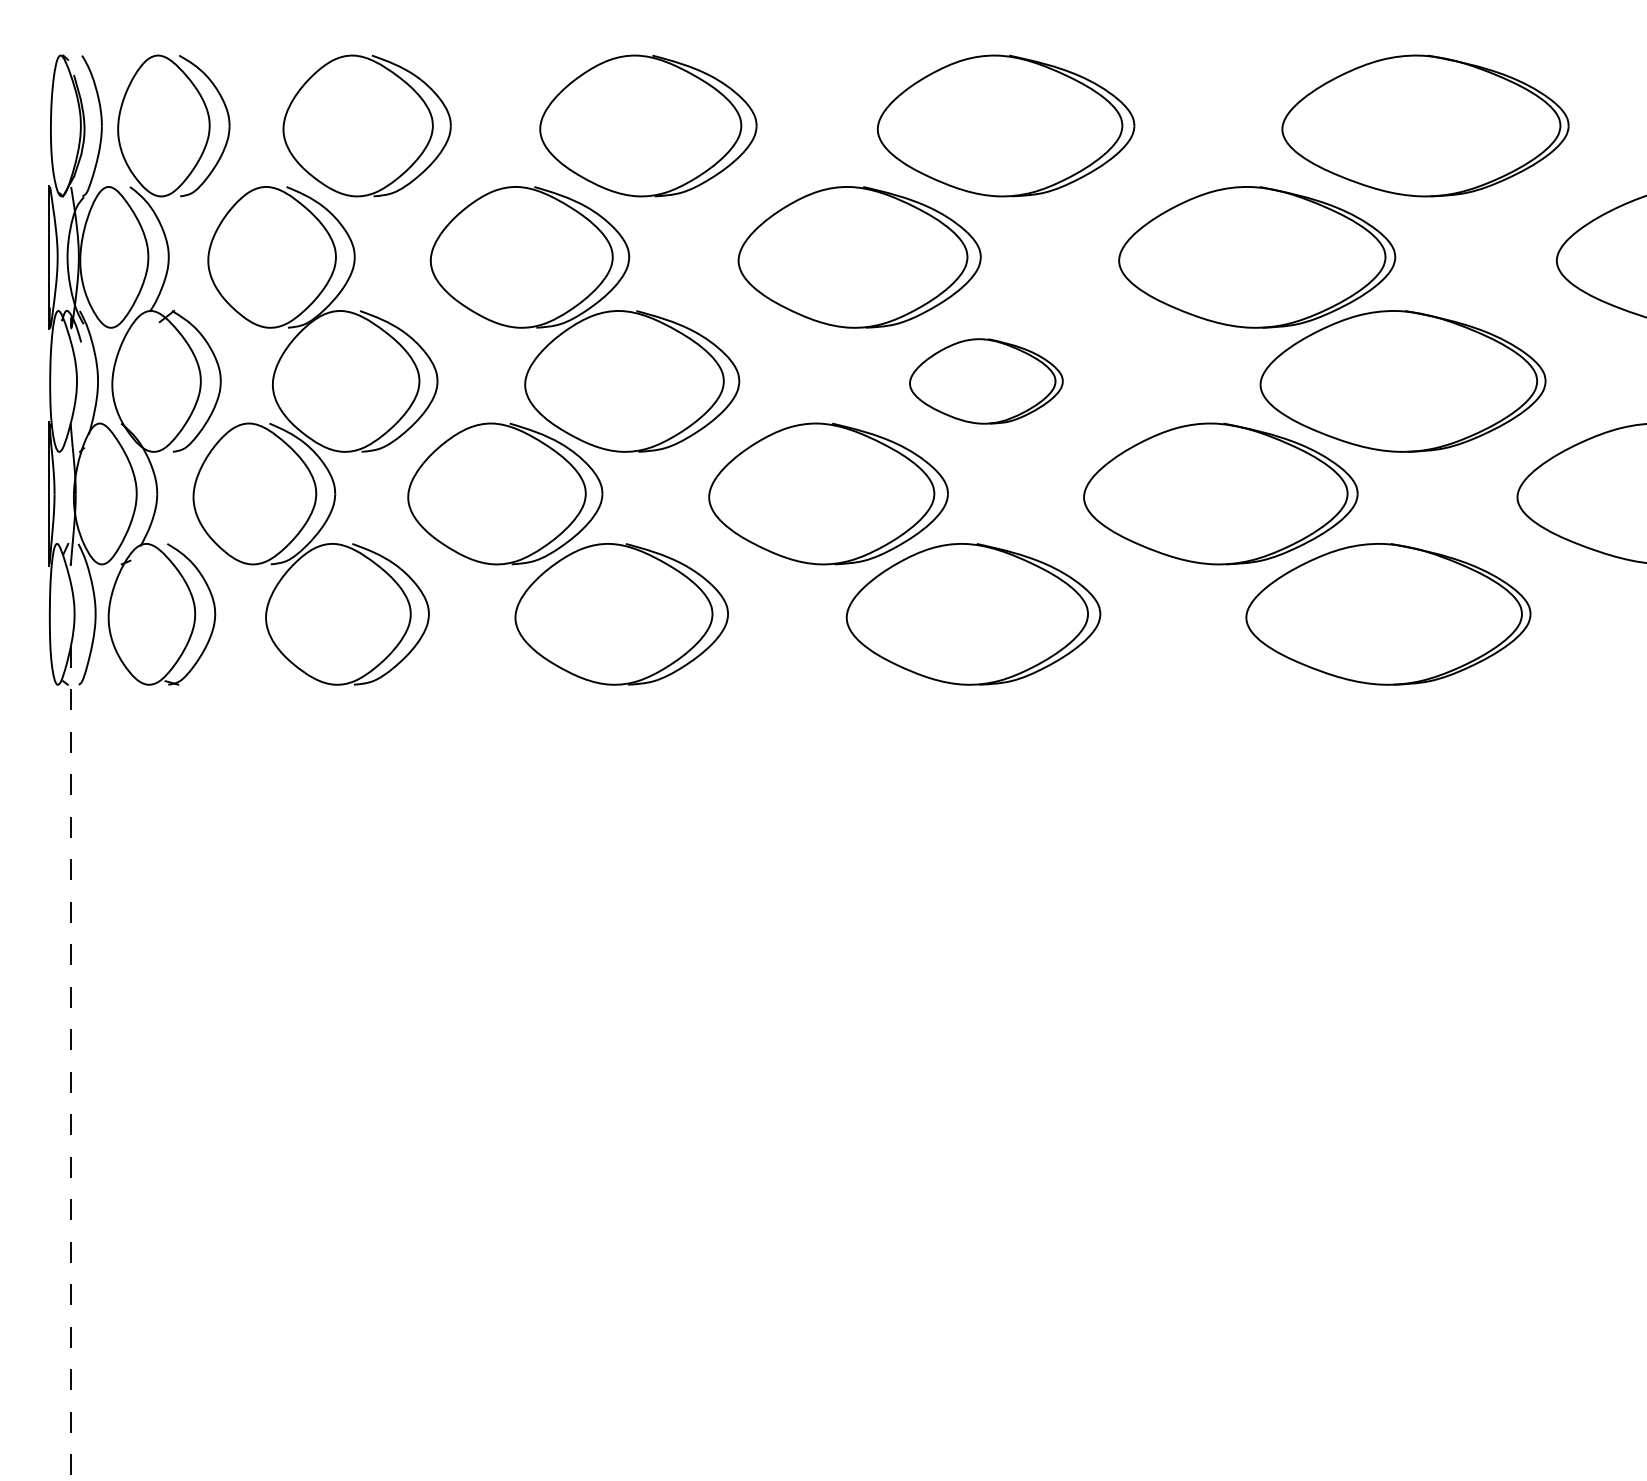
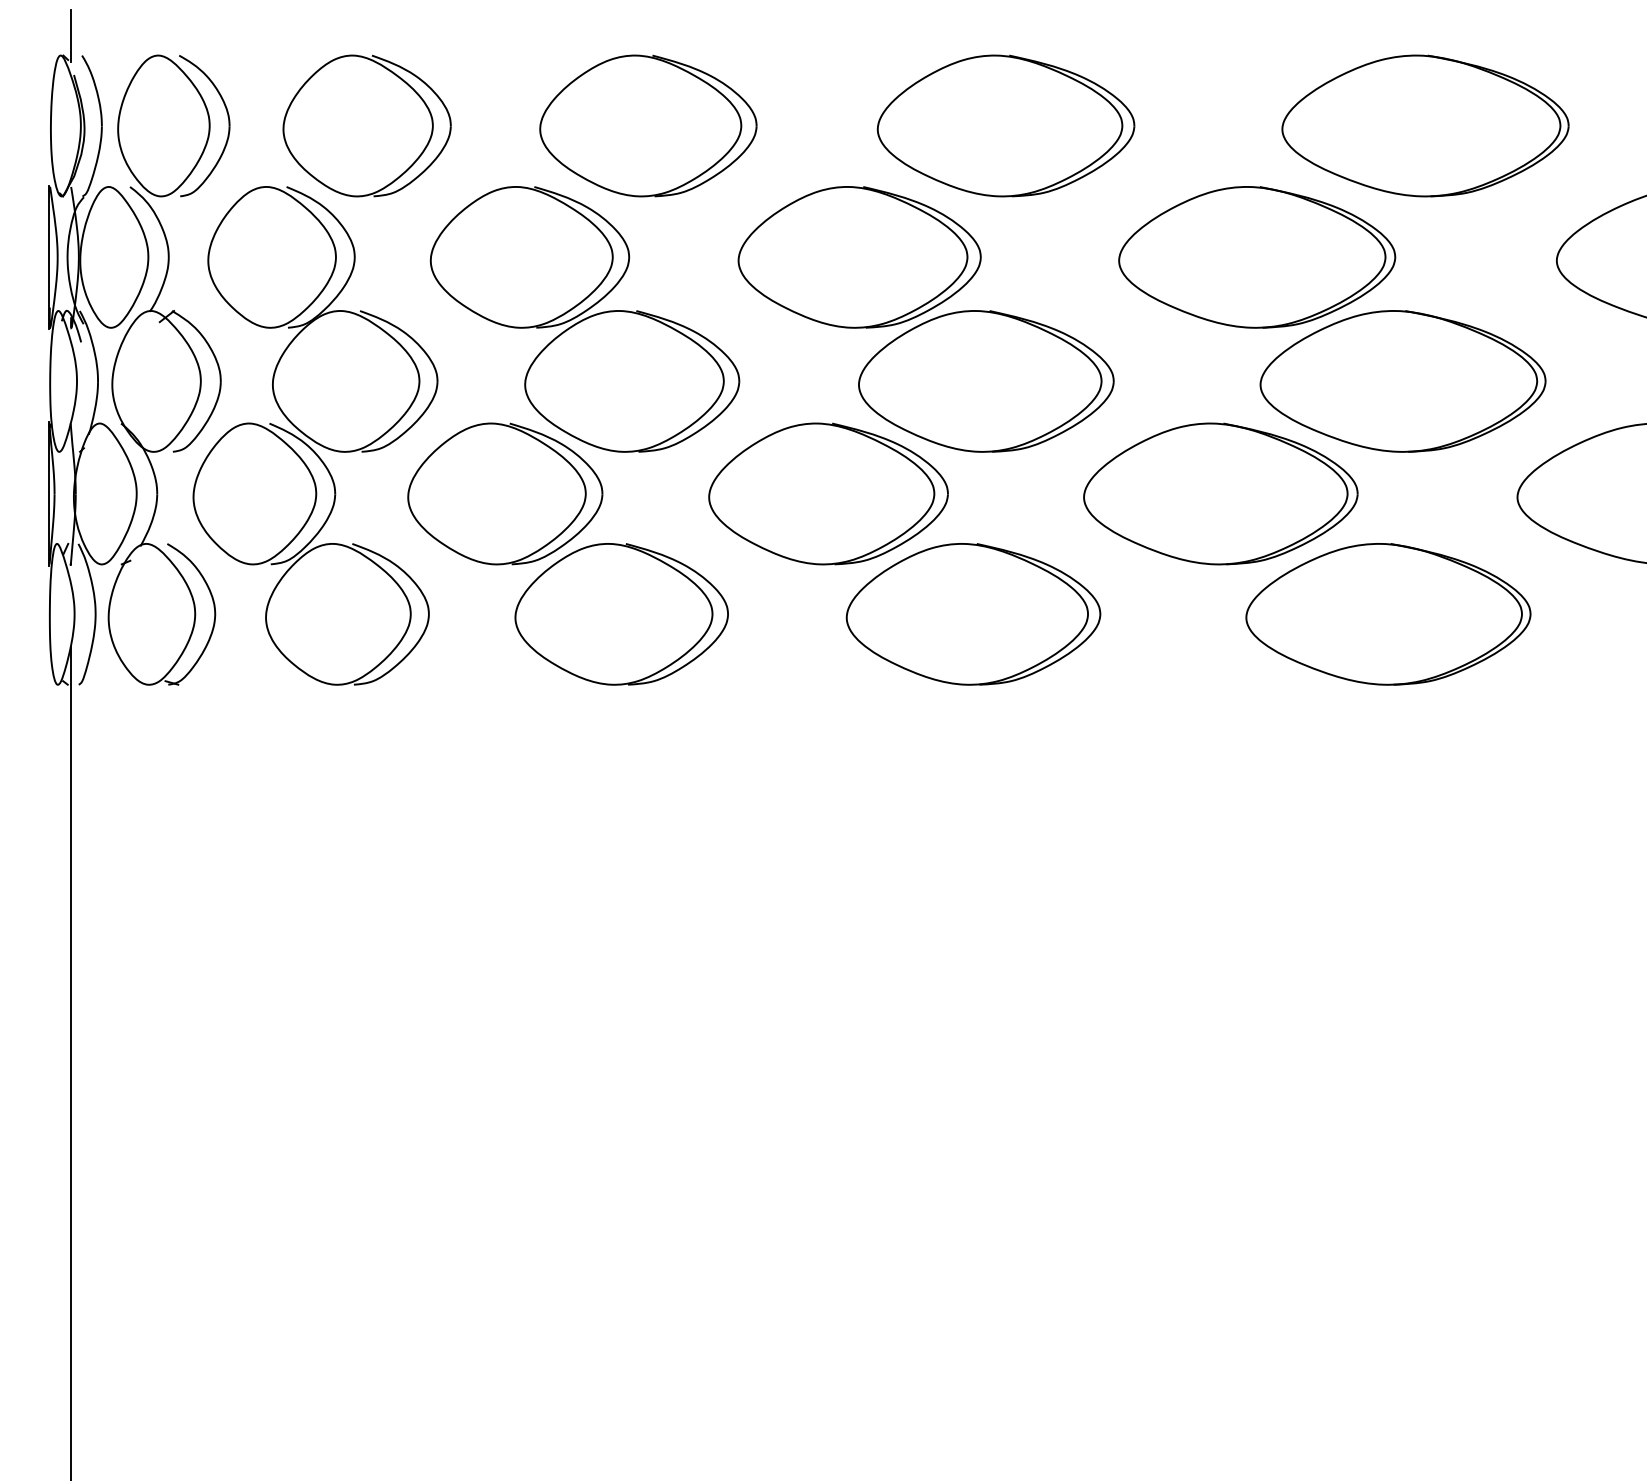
line at (70, 35): none -> present
part at (986, 381) size: 155x87 px -> 257x143 px
line at (70, 1064): dashed -> solid
